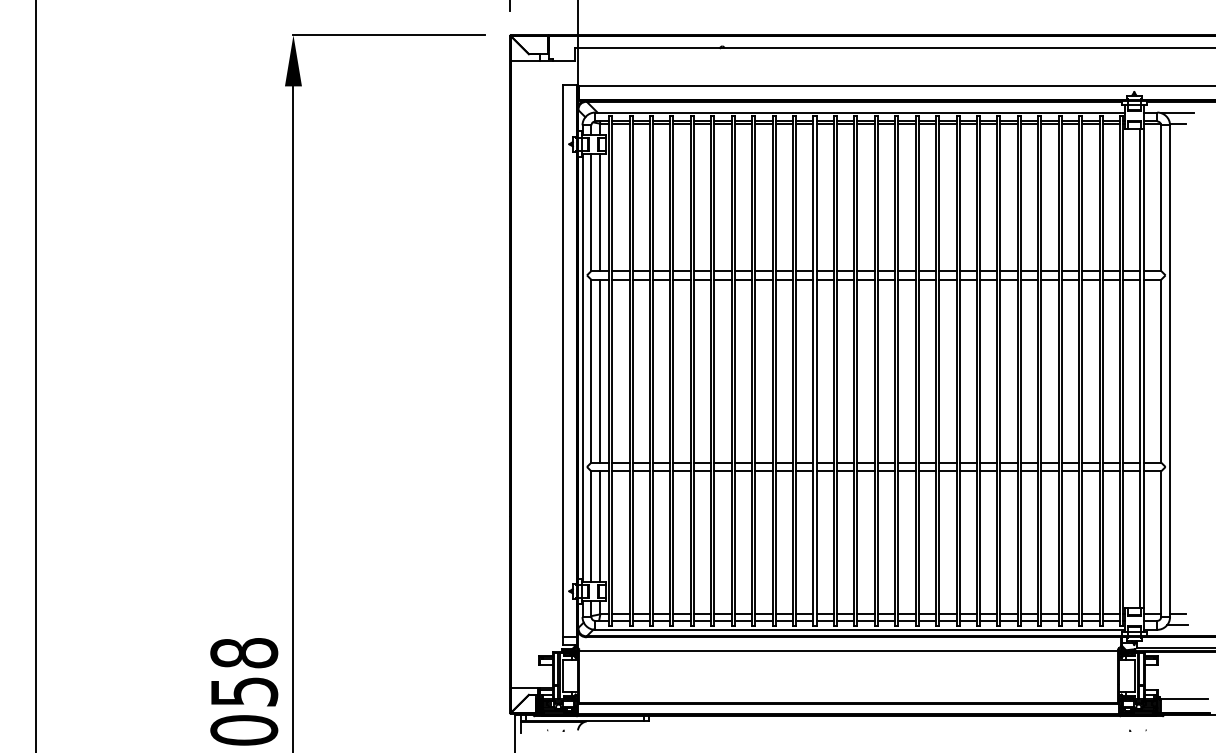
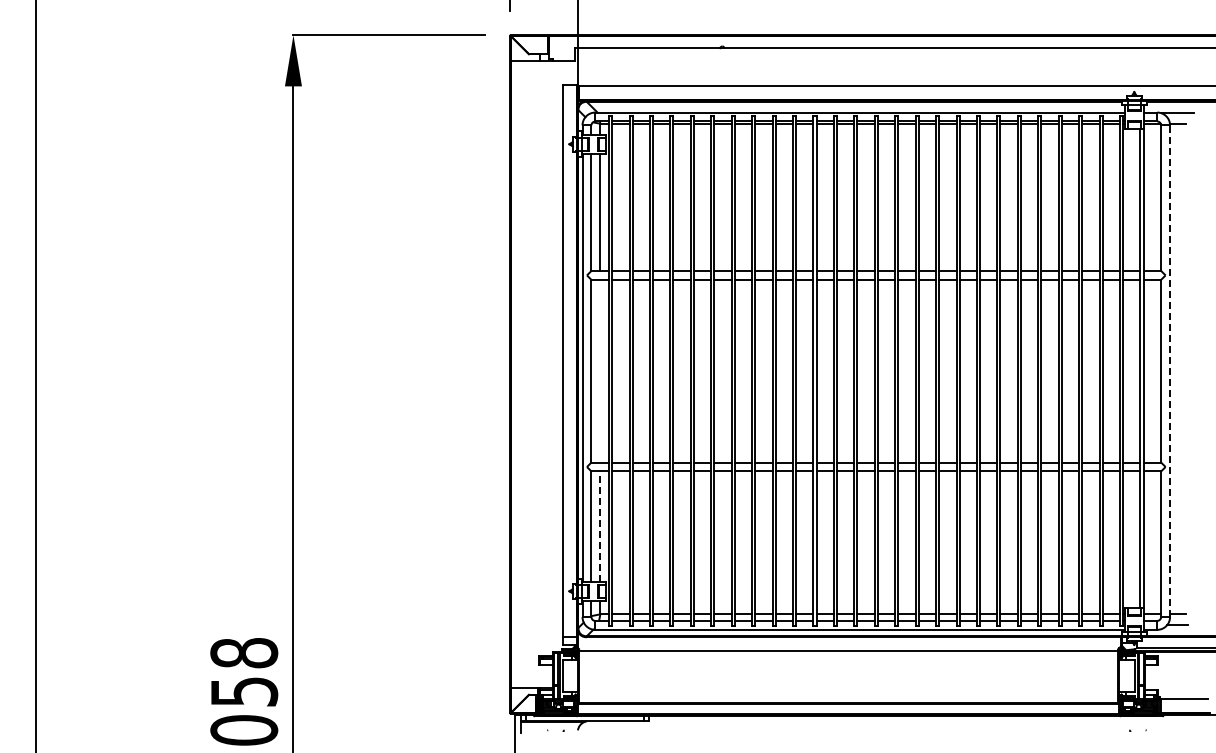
line at (600, 370): present -> none
line at (1170, 371): solid -> dashed
line at (600, 526): solid -> dashed
